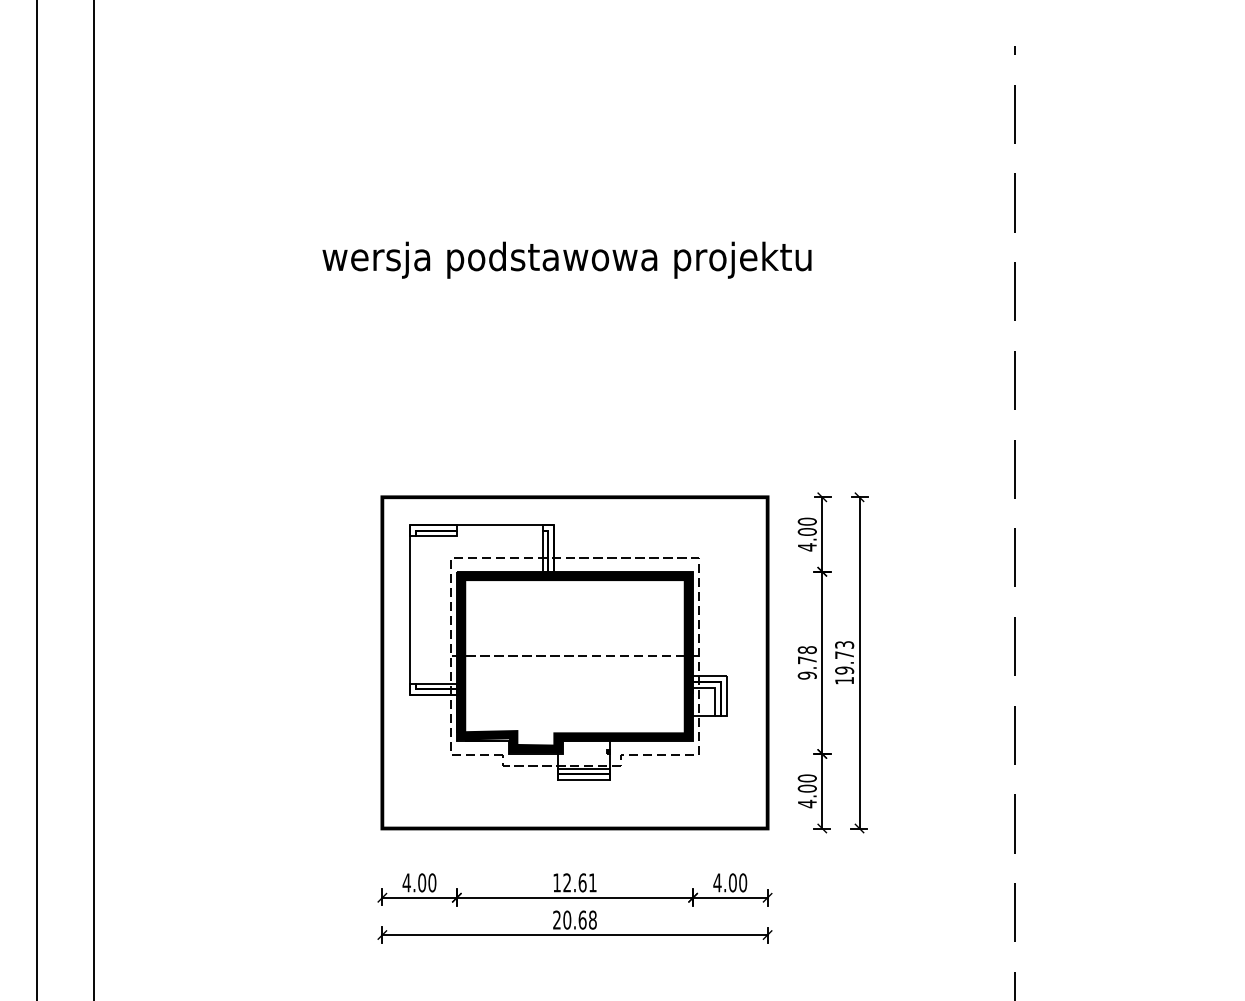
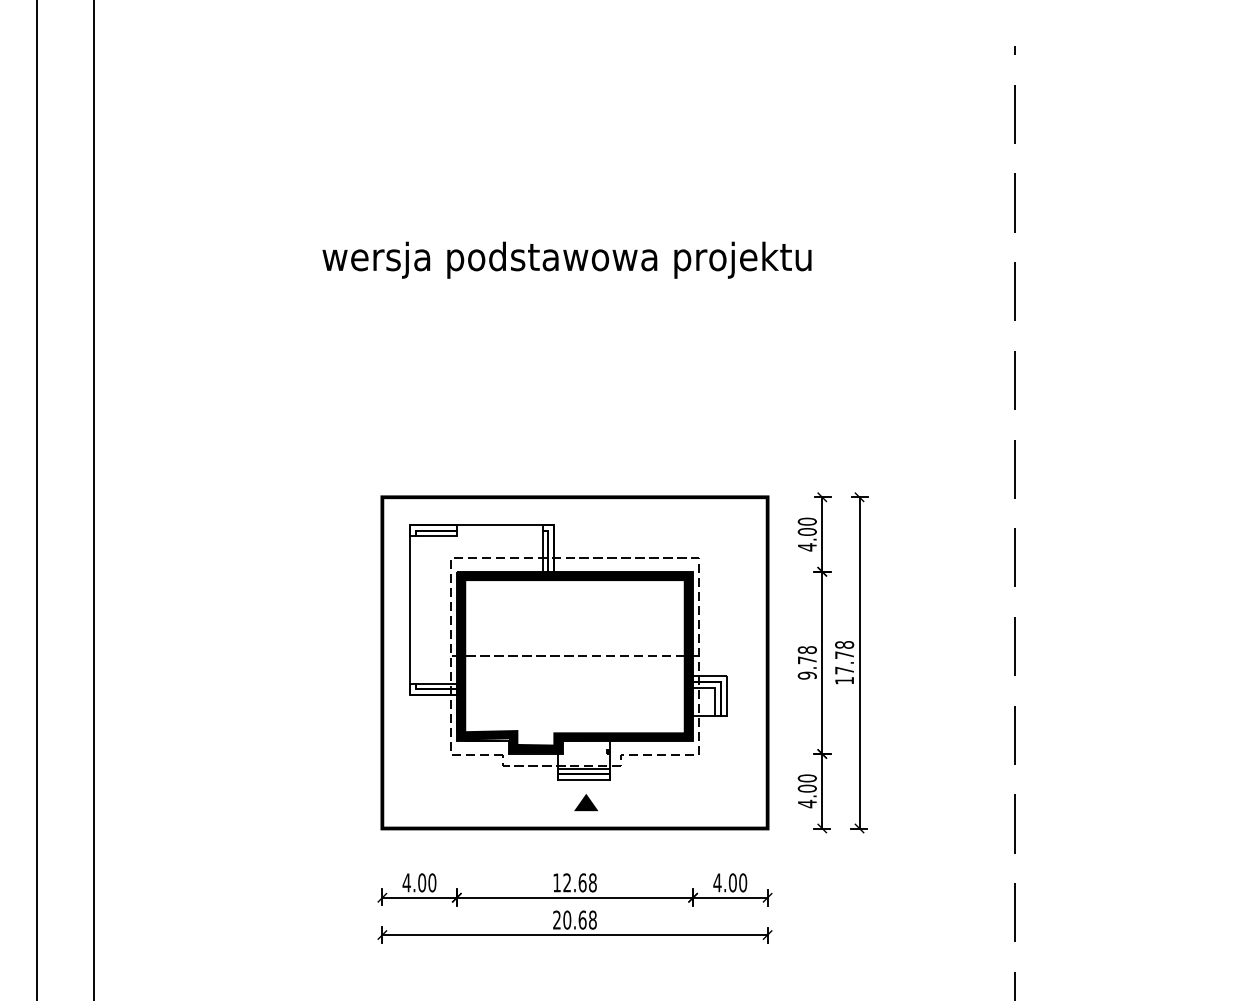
text at (844, 657): 19.73 -> 17.78
fill at (586, 802): none -> present
text at (592, 882): 12.61 -> 12.68
